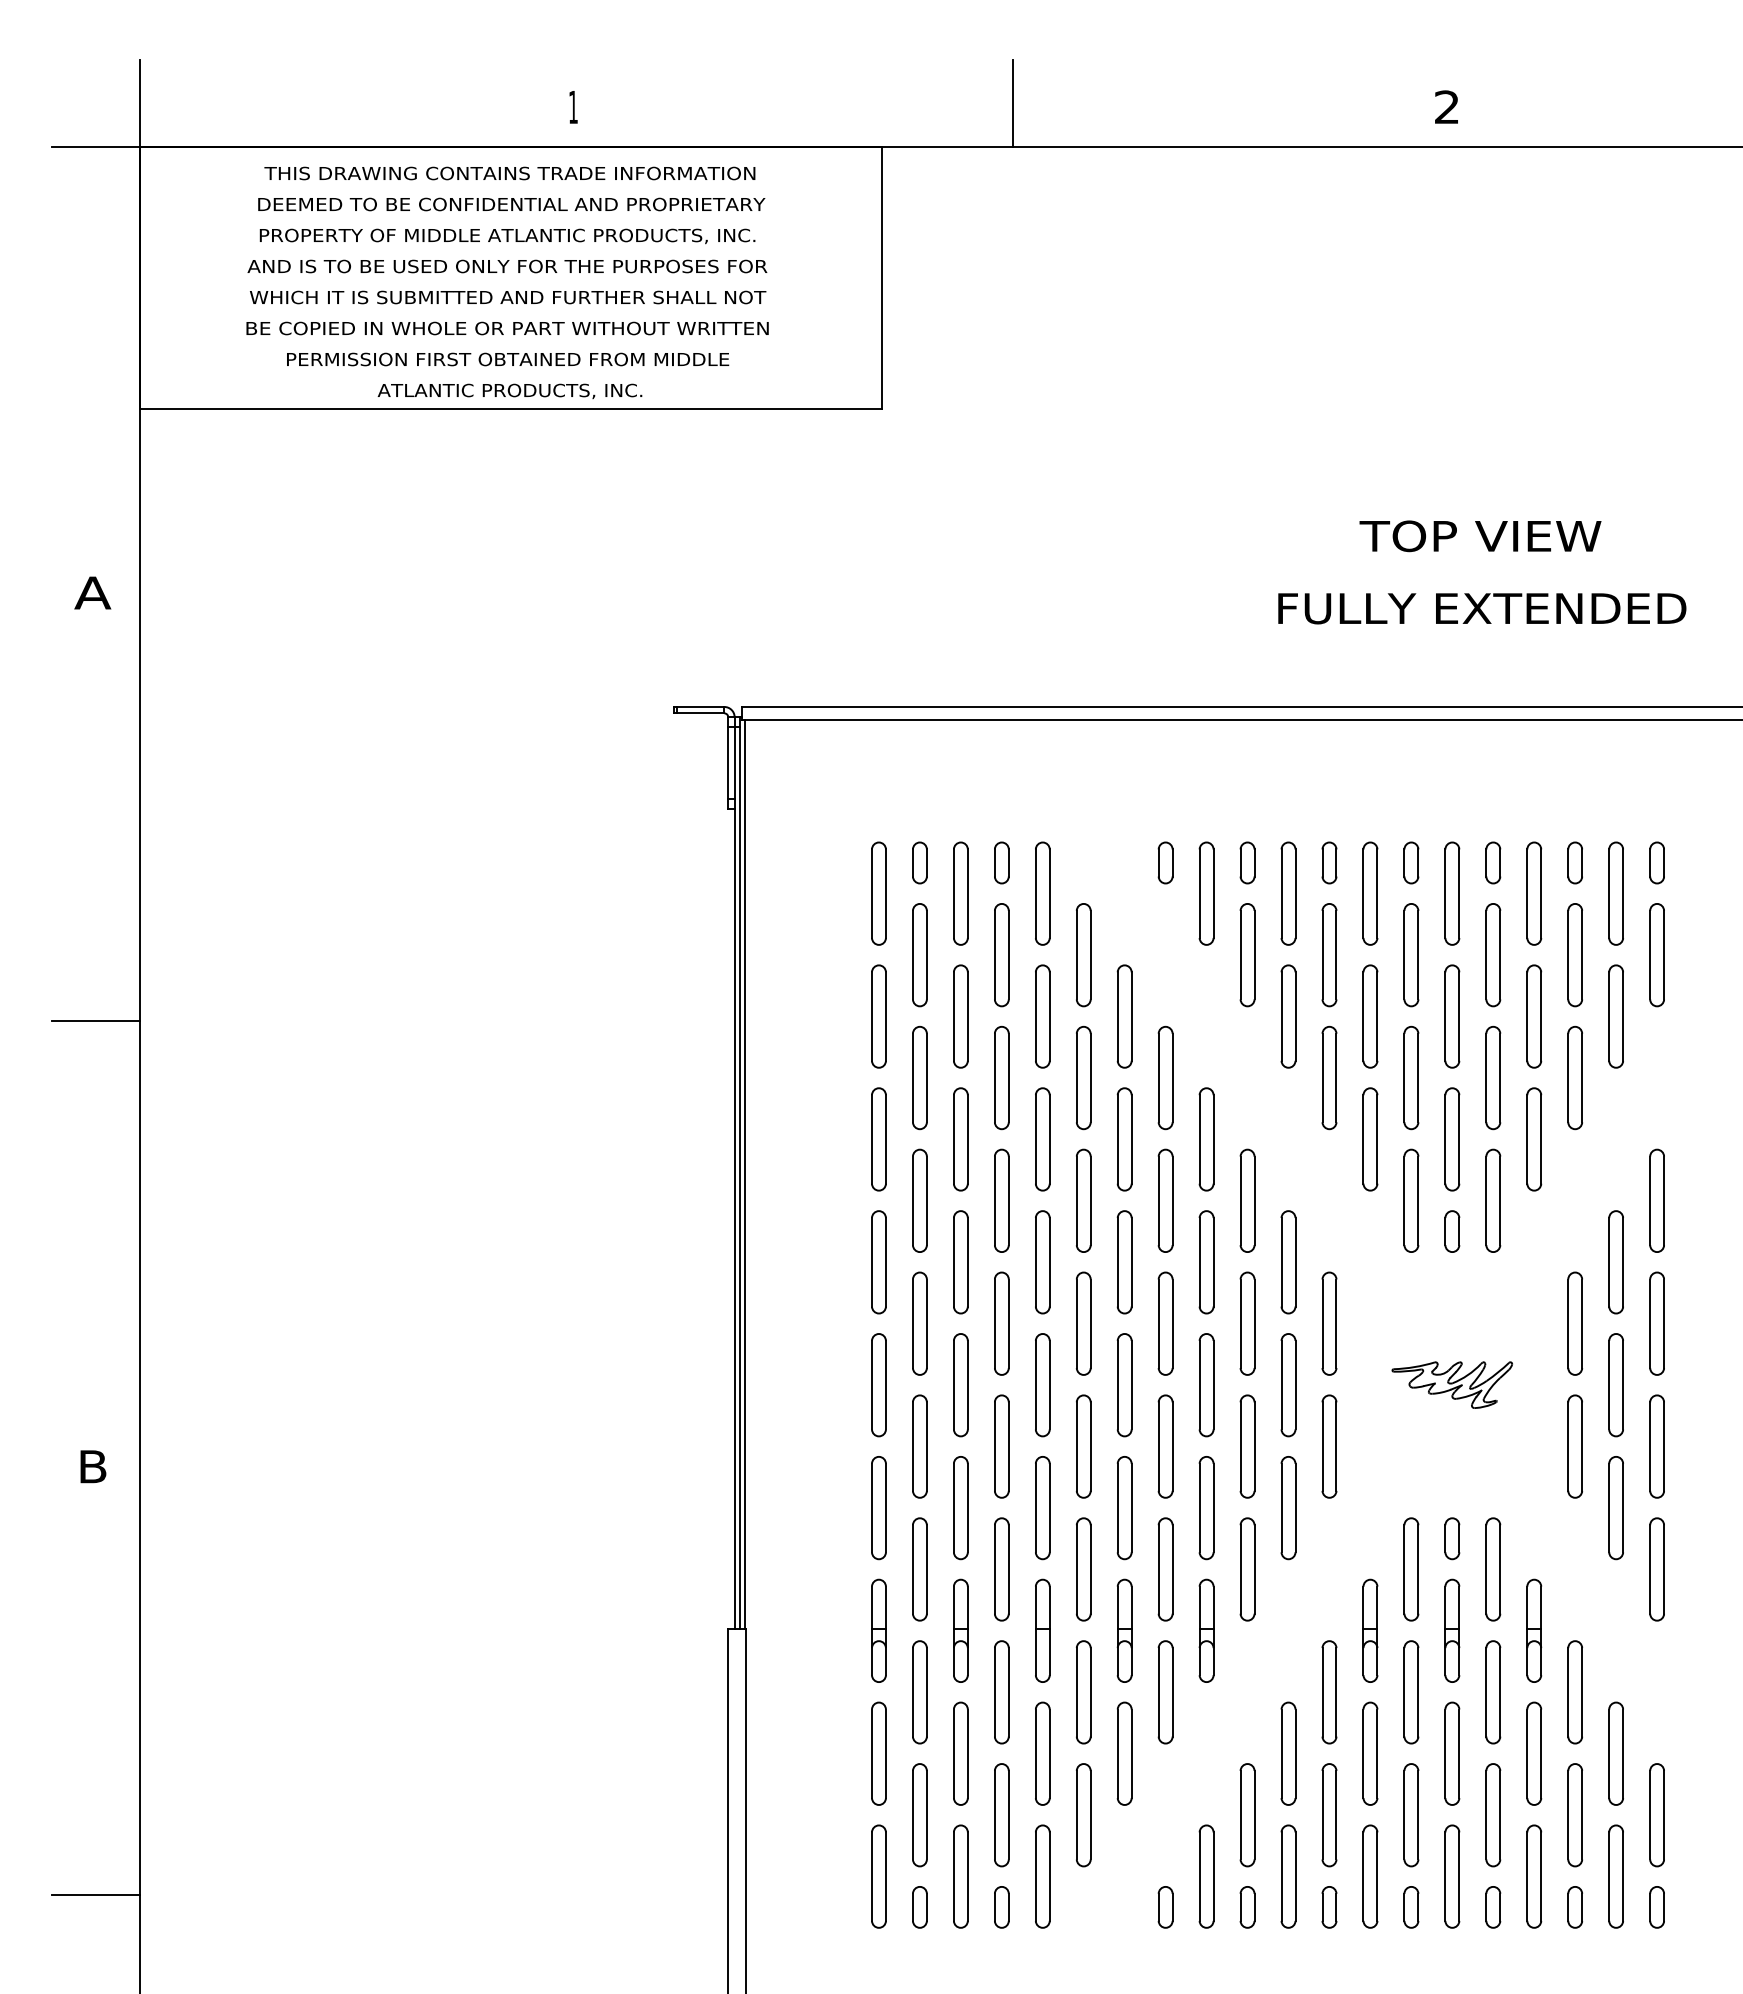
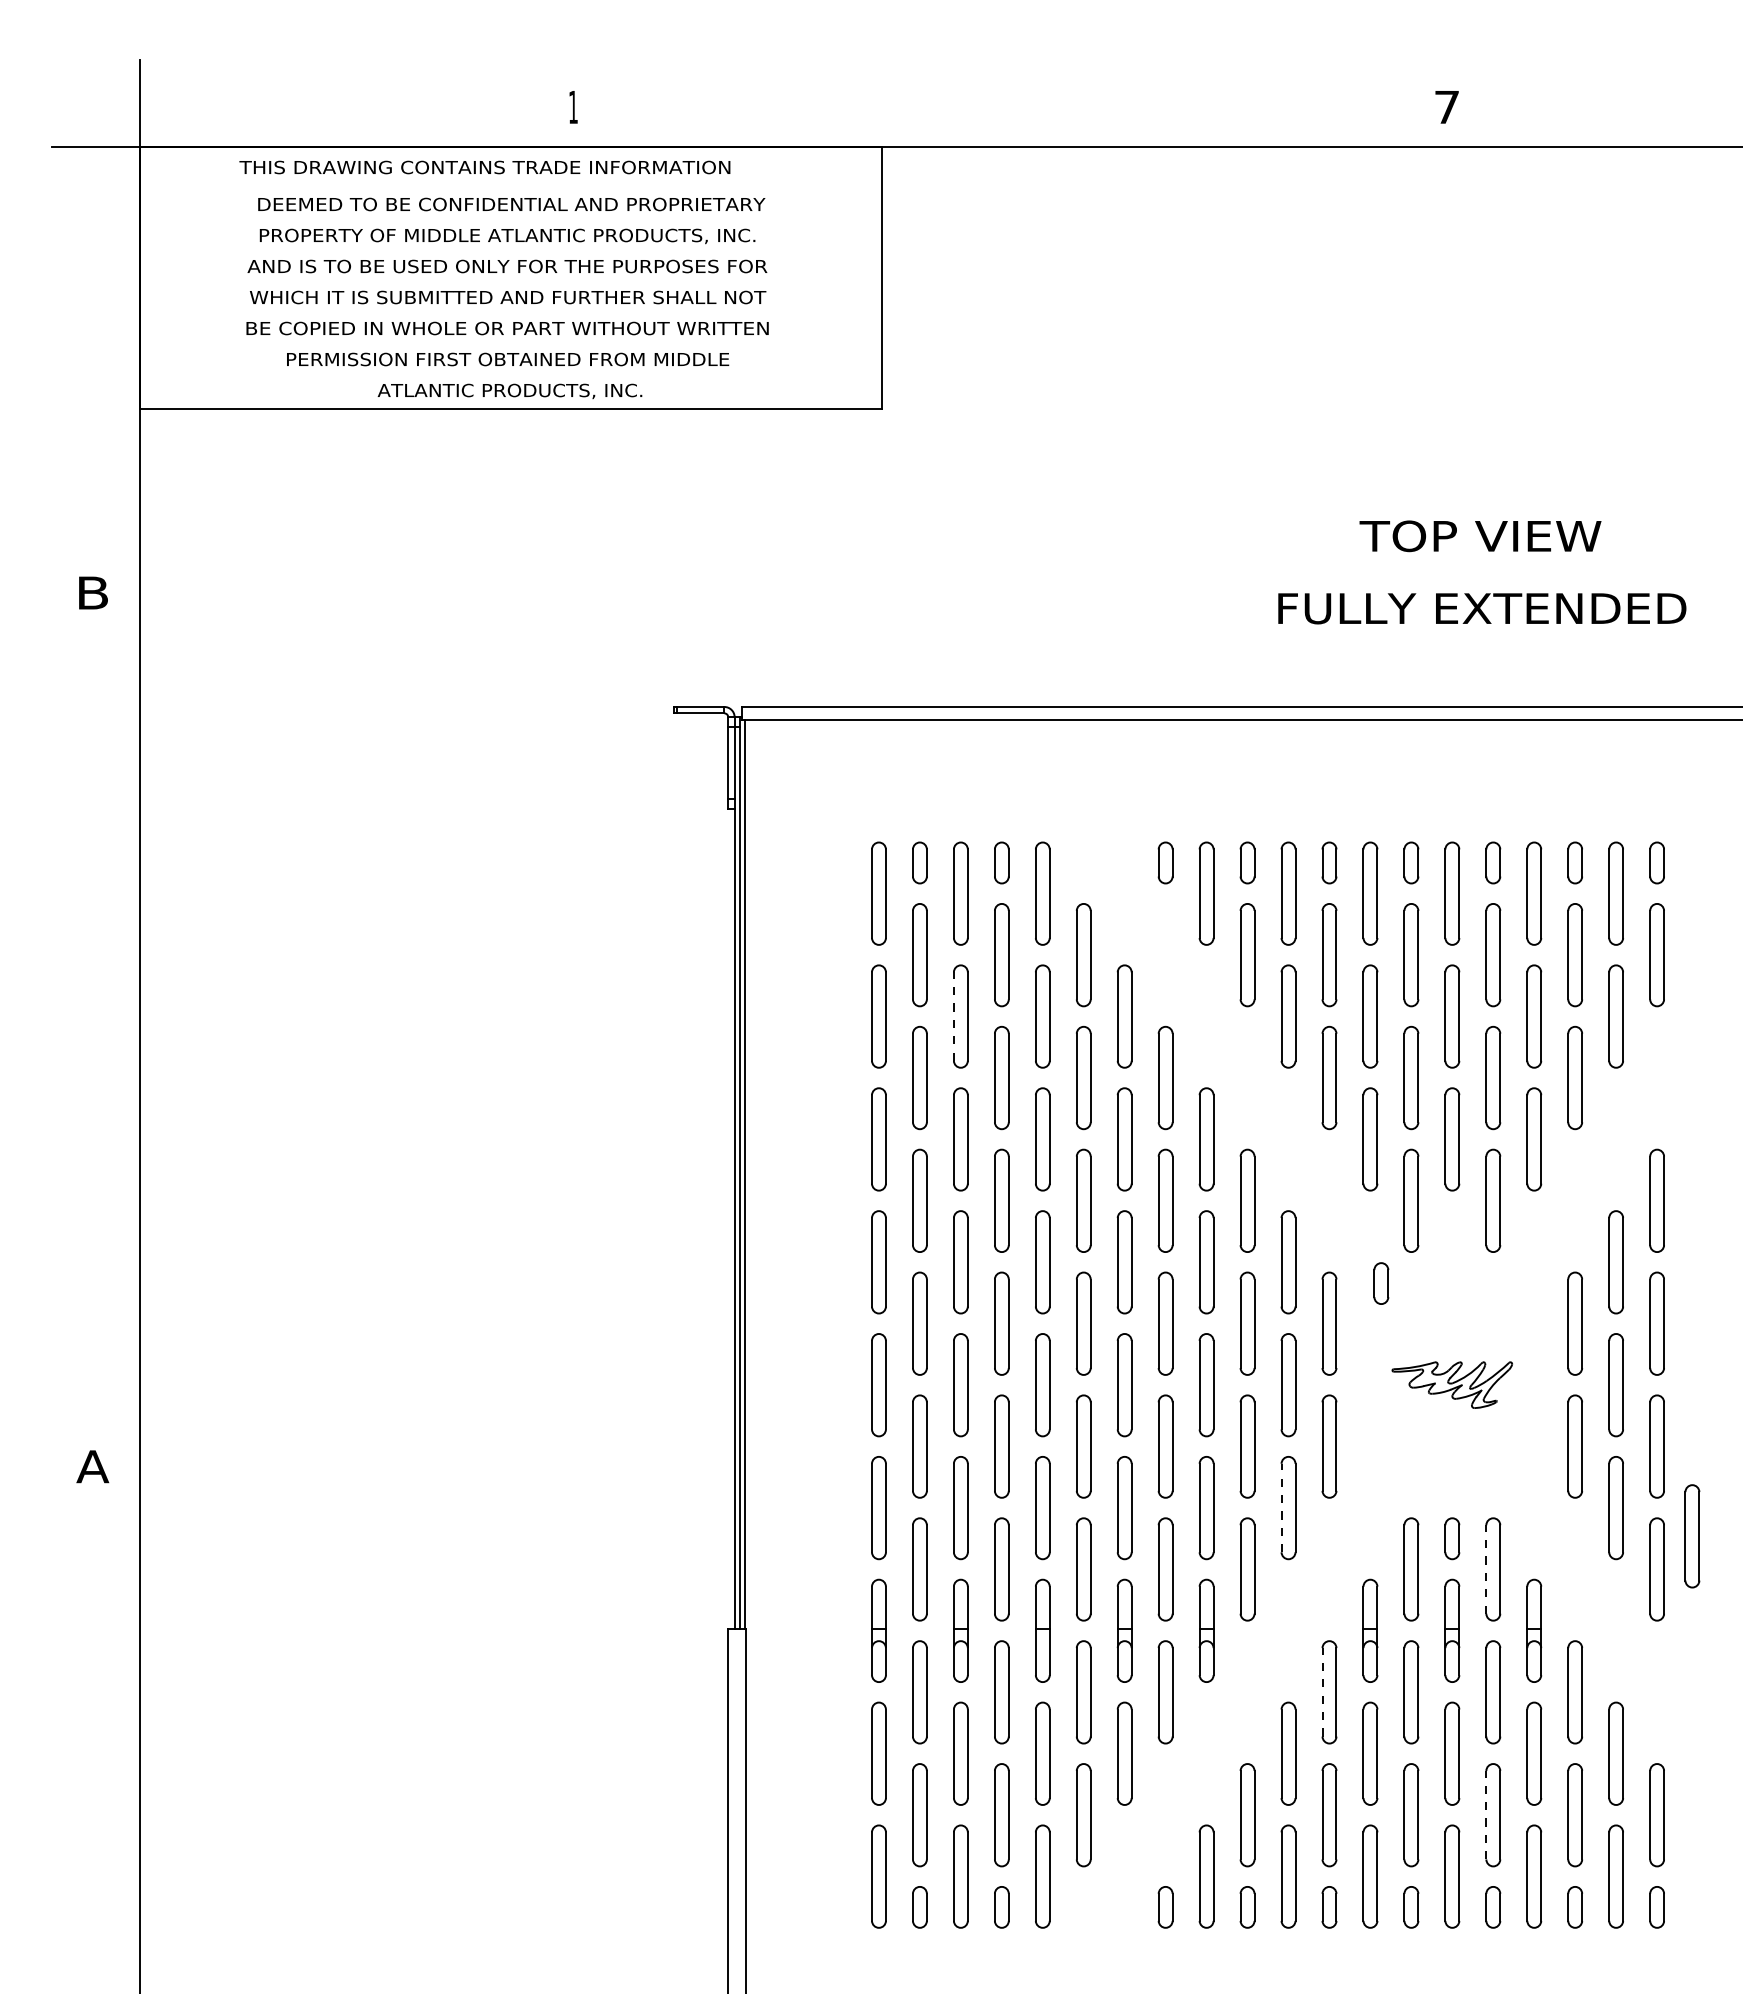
line at (1013, 103): present -> none
text at (1446, 106): 2 -> 7
text at (509, 173) position: (509, 173) -> (484, 167)
text at (92, 592): A -> B
line at (953, 1016): solid -> dashed
line at (95, 1020): present -> none
part at (1452, 1231) position: (1452, 1231) -> (1381, 1283)
text at (92, 1466): B -> A
line at (1281, 1507): solid -> dashed
part at (1692, 1536): none -> present
line at (1486, 1568): solid -> dashed
line at (1322, 1691): solid -> dashed
line at (1486, 1814): solid -> dashed
line at (95, 1894): present -> none
